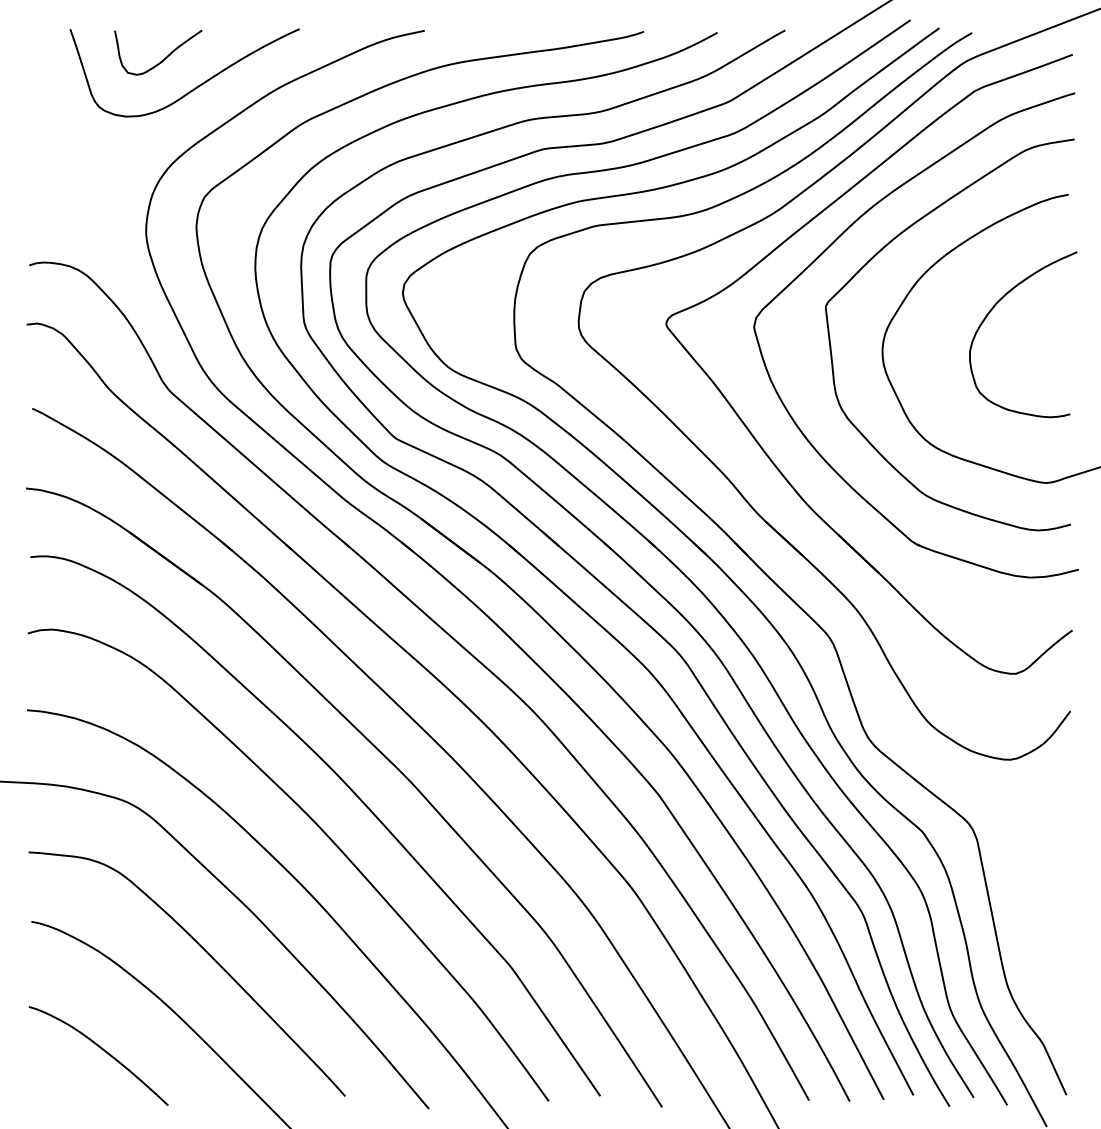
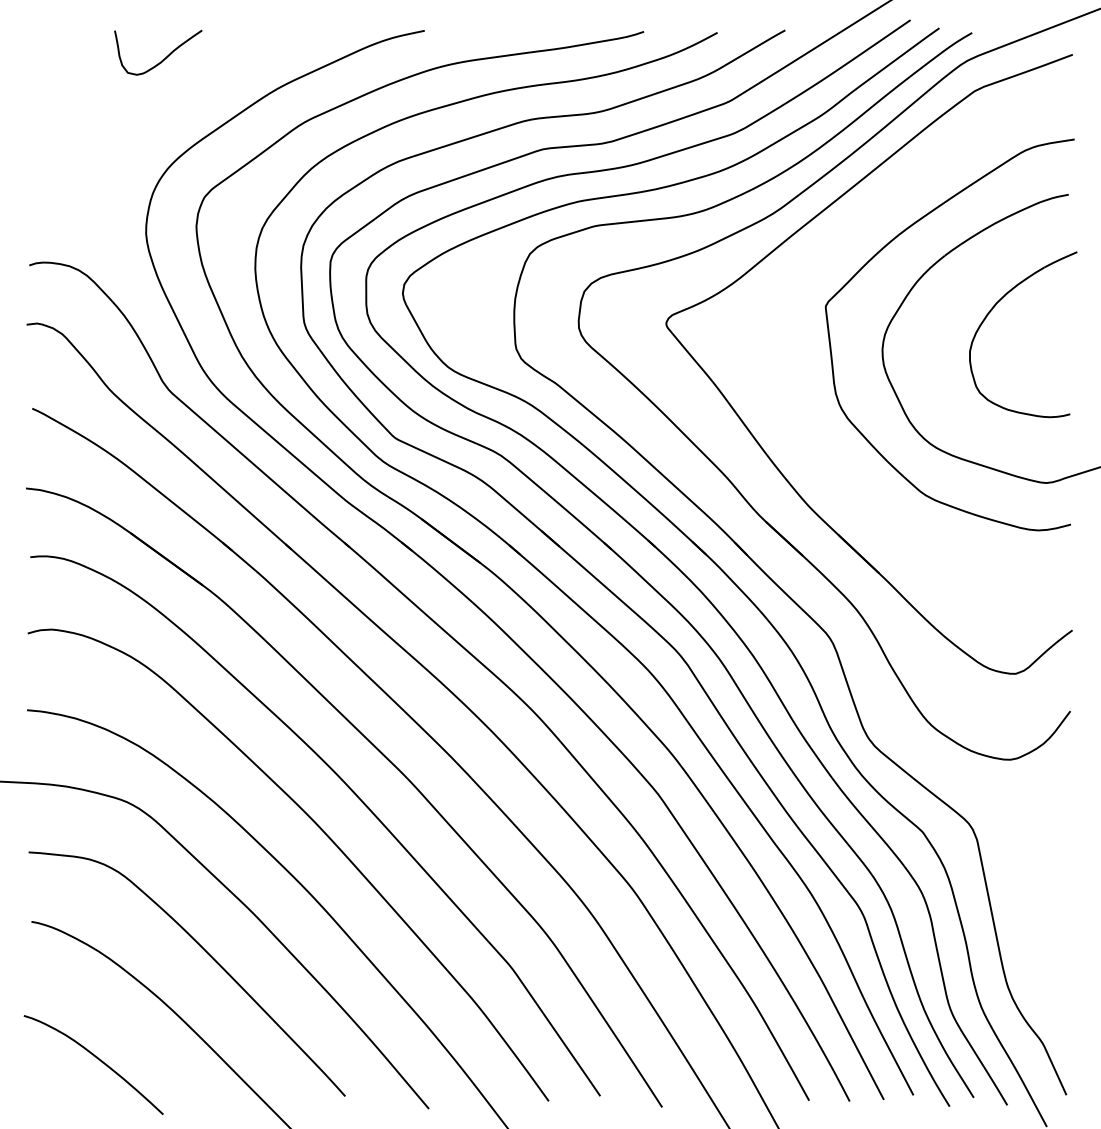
curve at (193, 88): present -> none
part at (828, 248): present -> none
curve at (102, 1050) position: (102, 1050) -> (97, 1059)
